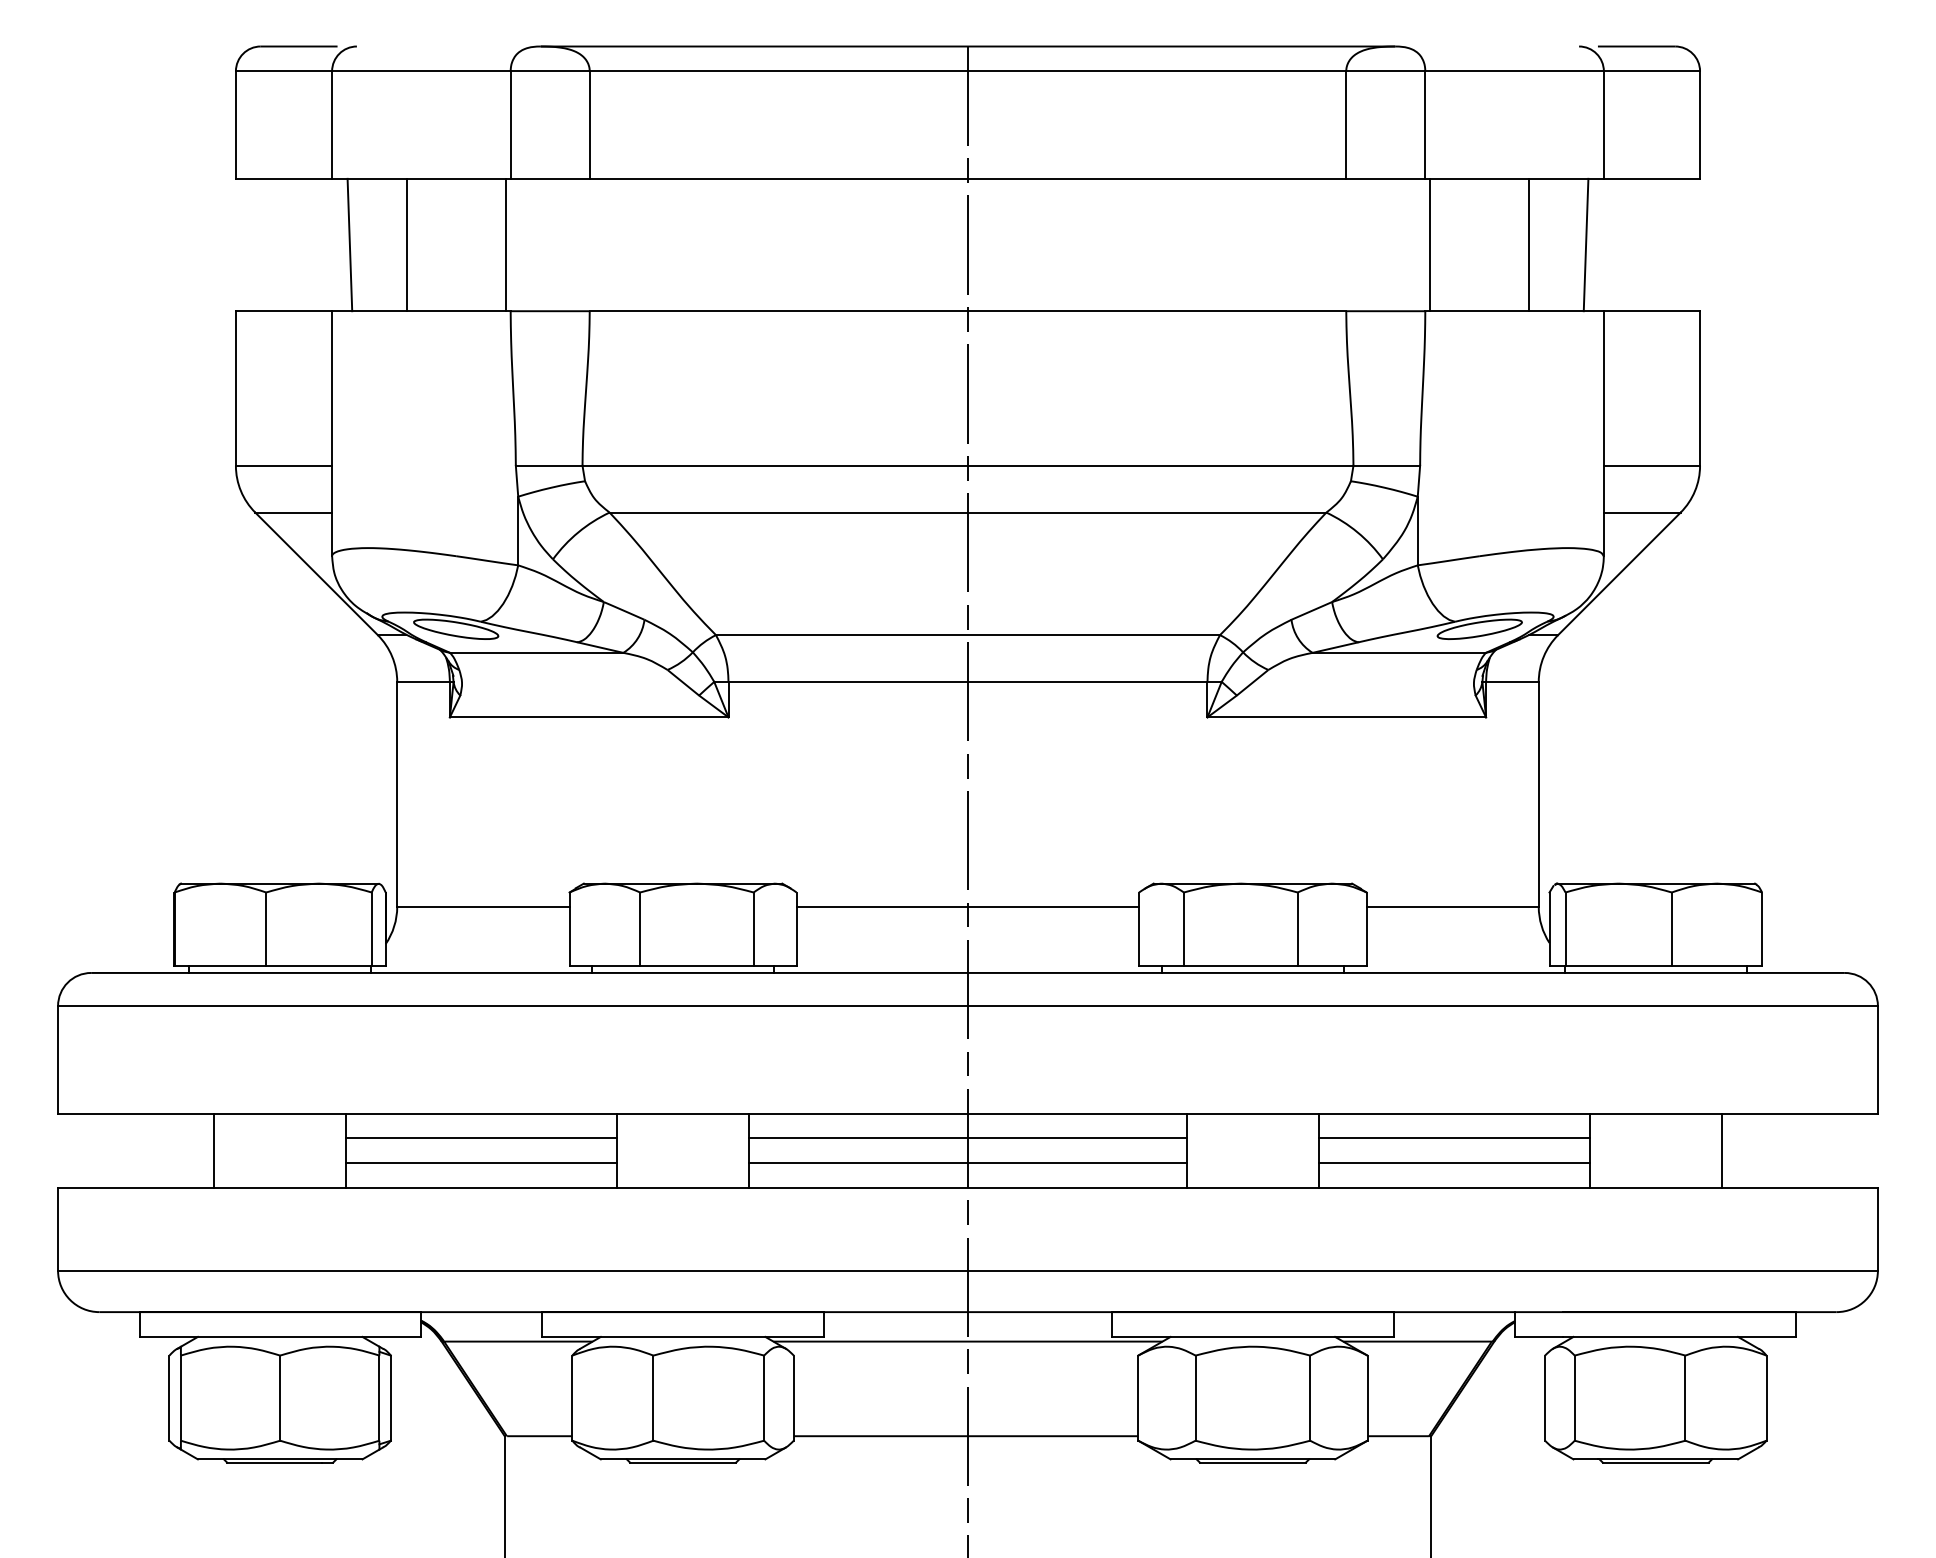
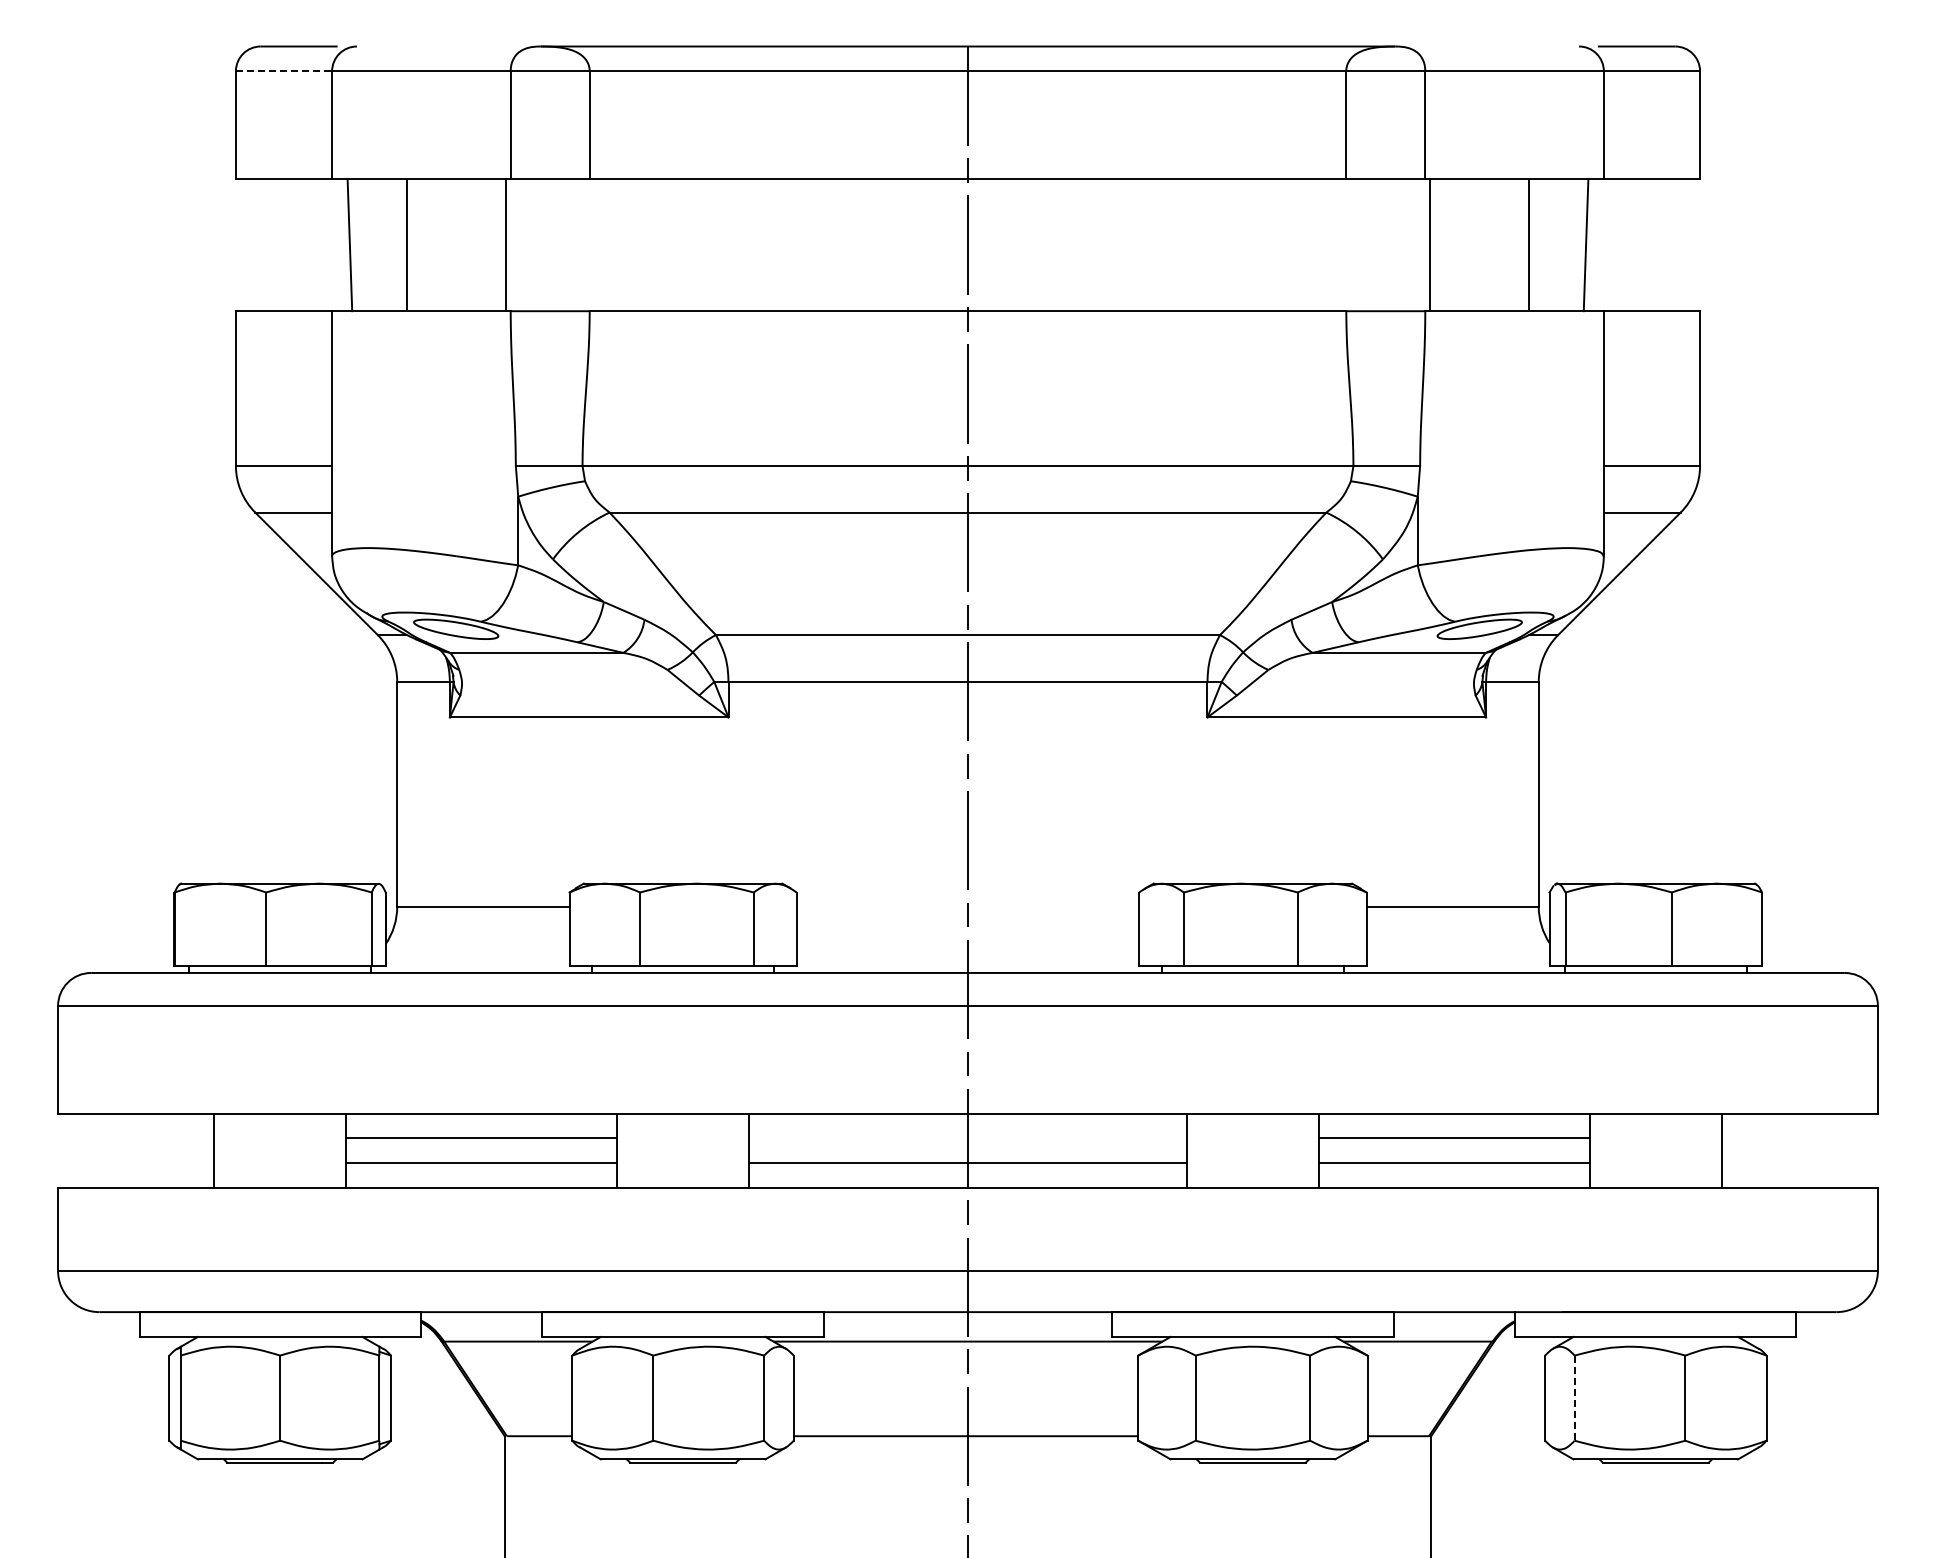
line at (284, 71): solid -> dashed
line at (967, 906): present -> none
line at (967, 1138): present -> none
line at (1574, 1398): solid -> dashed
